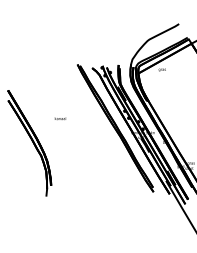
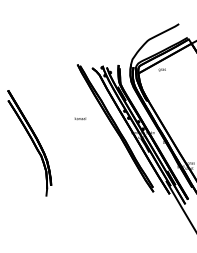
text at (60, 118) position: (60, 118) -> (80, 118)
